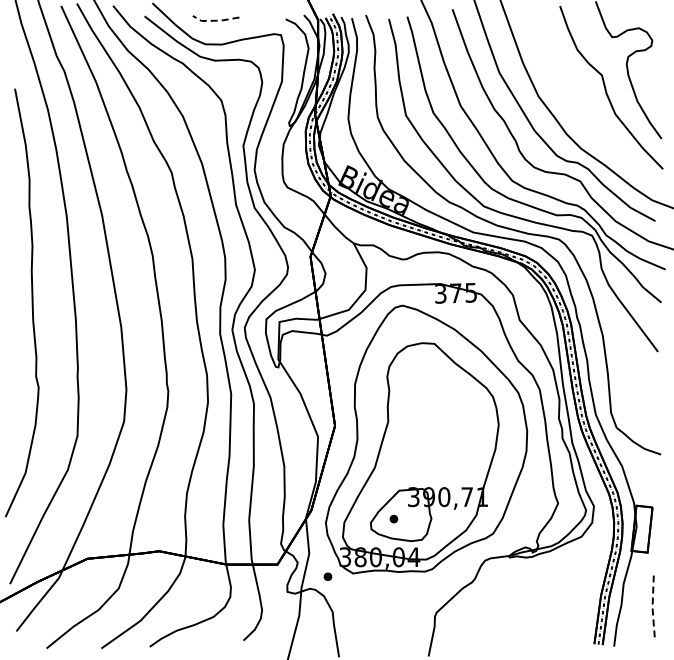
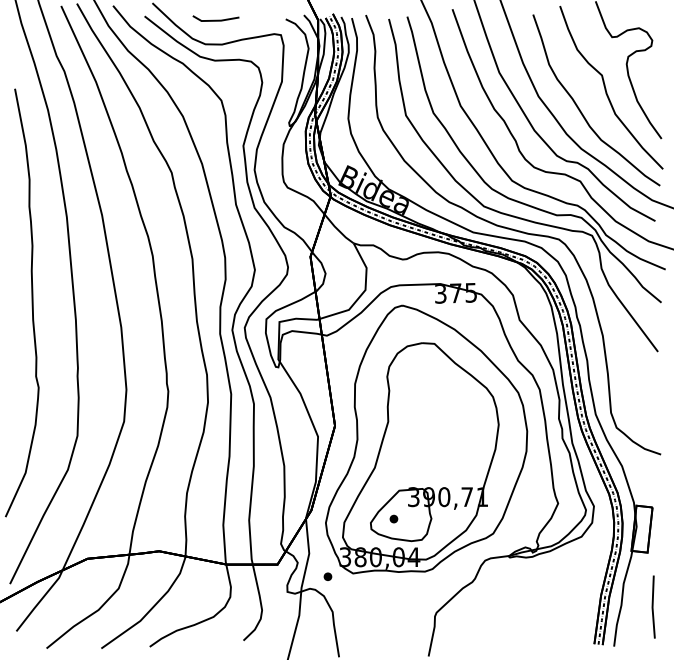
line at (215, 20): dashed -> solid
curve at (580, 109): none -> present
line at (652, 607): dashed -> solid
